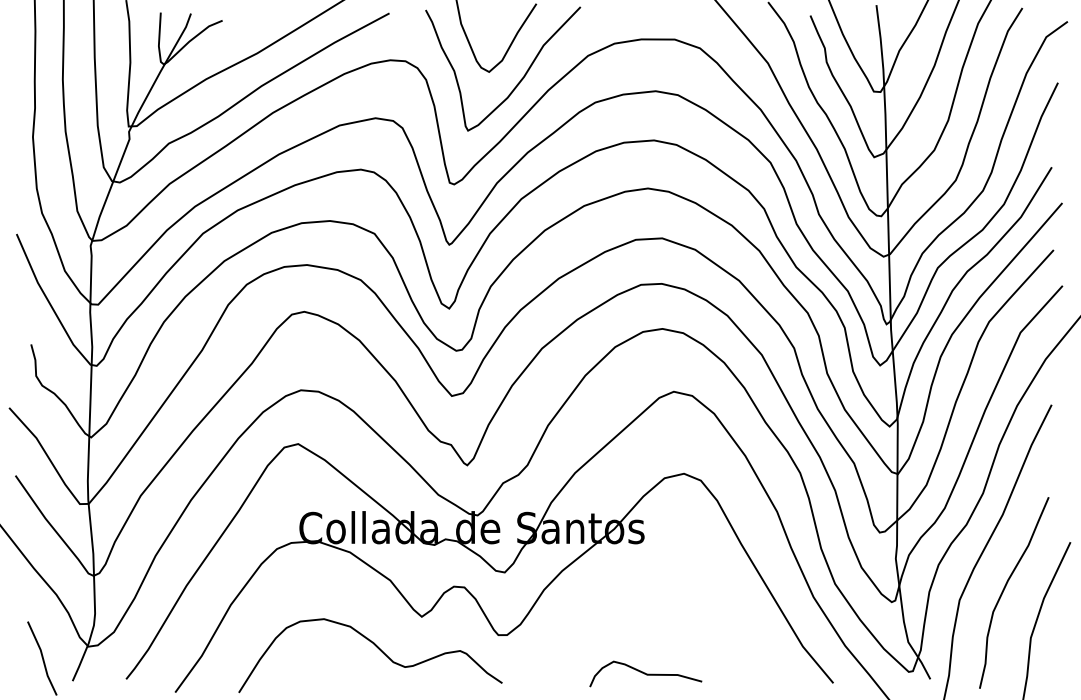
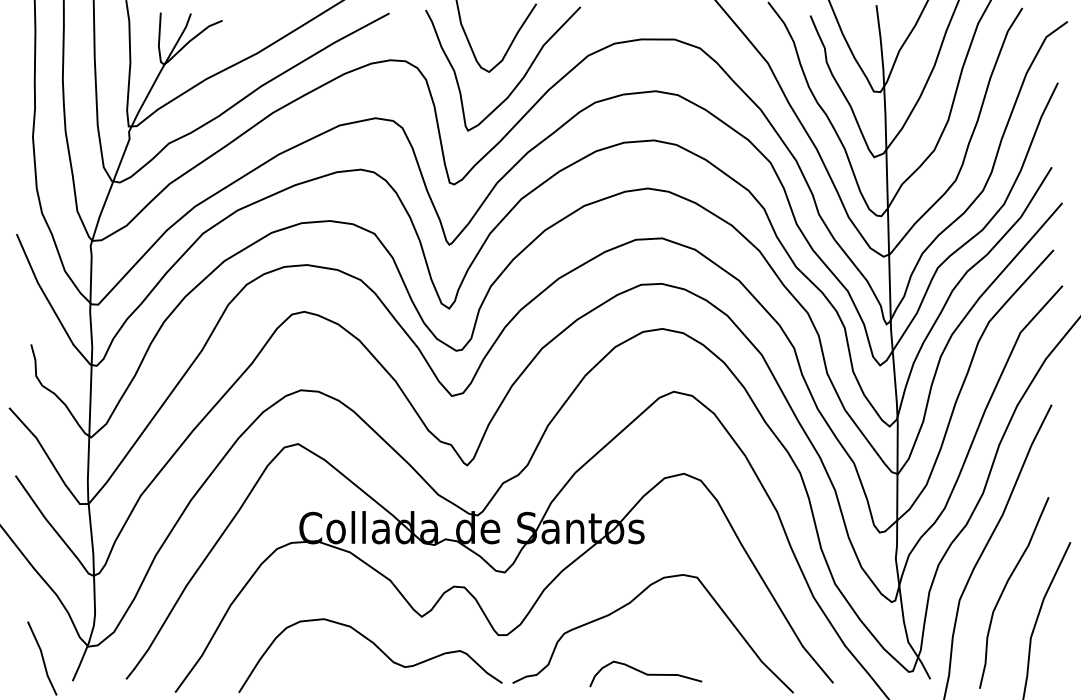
curve at (629, 604): none -> present
